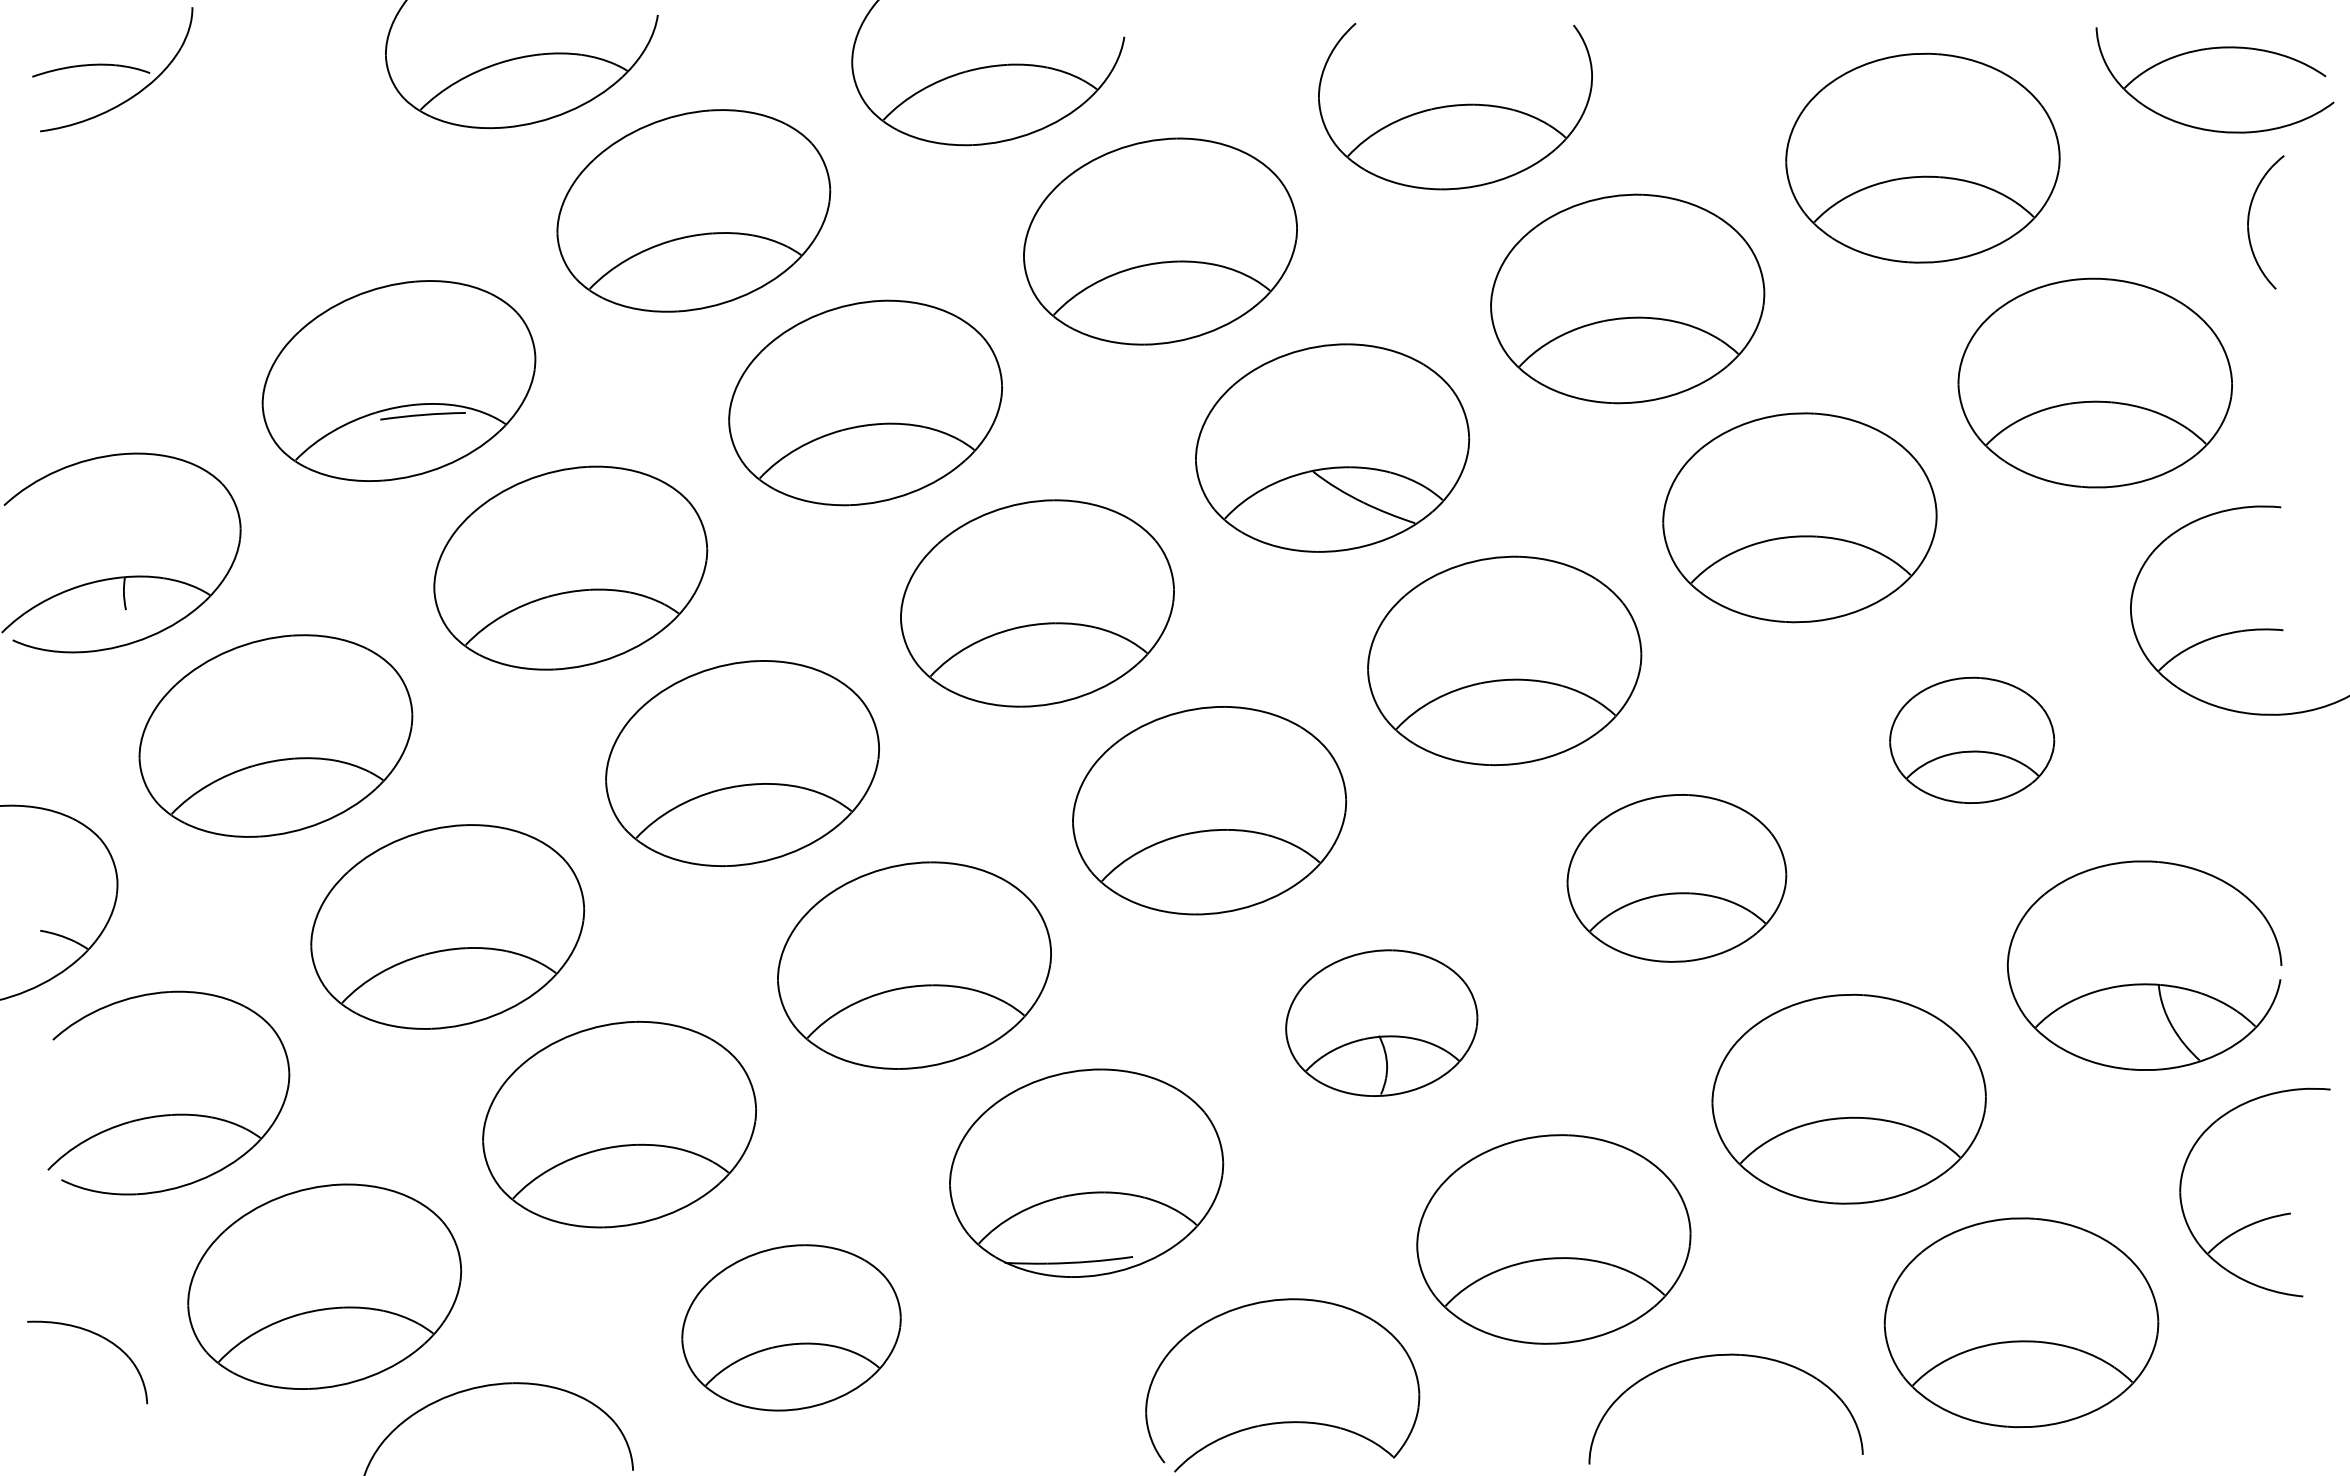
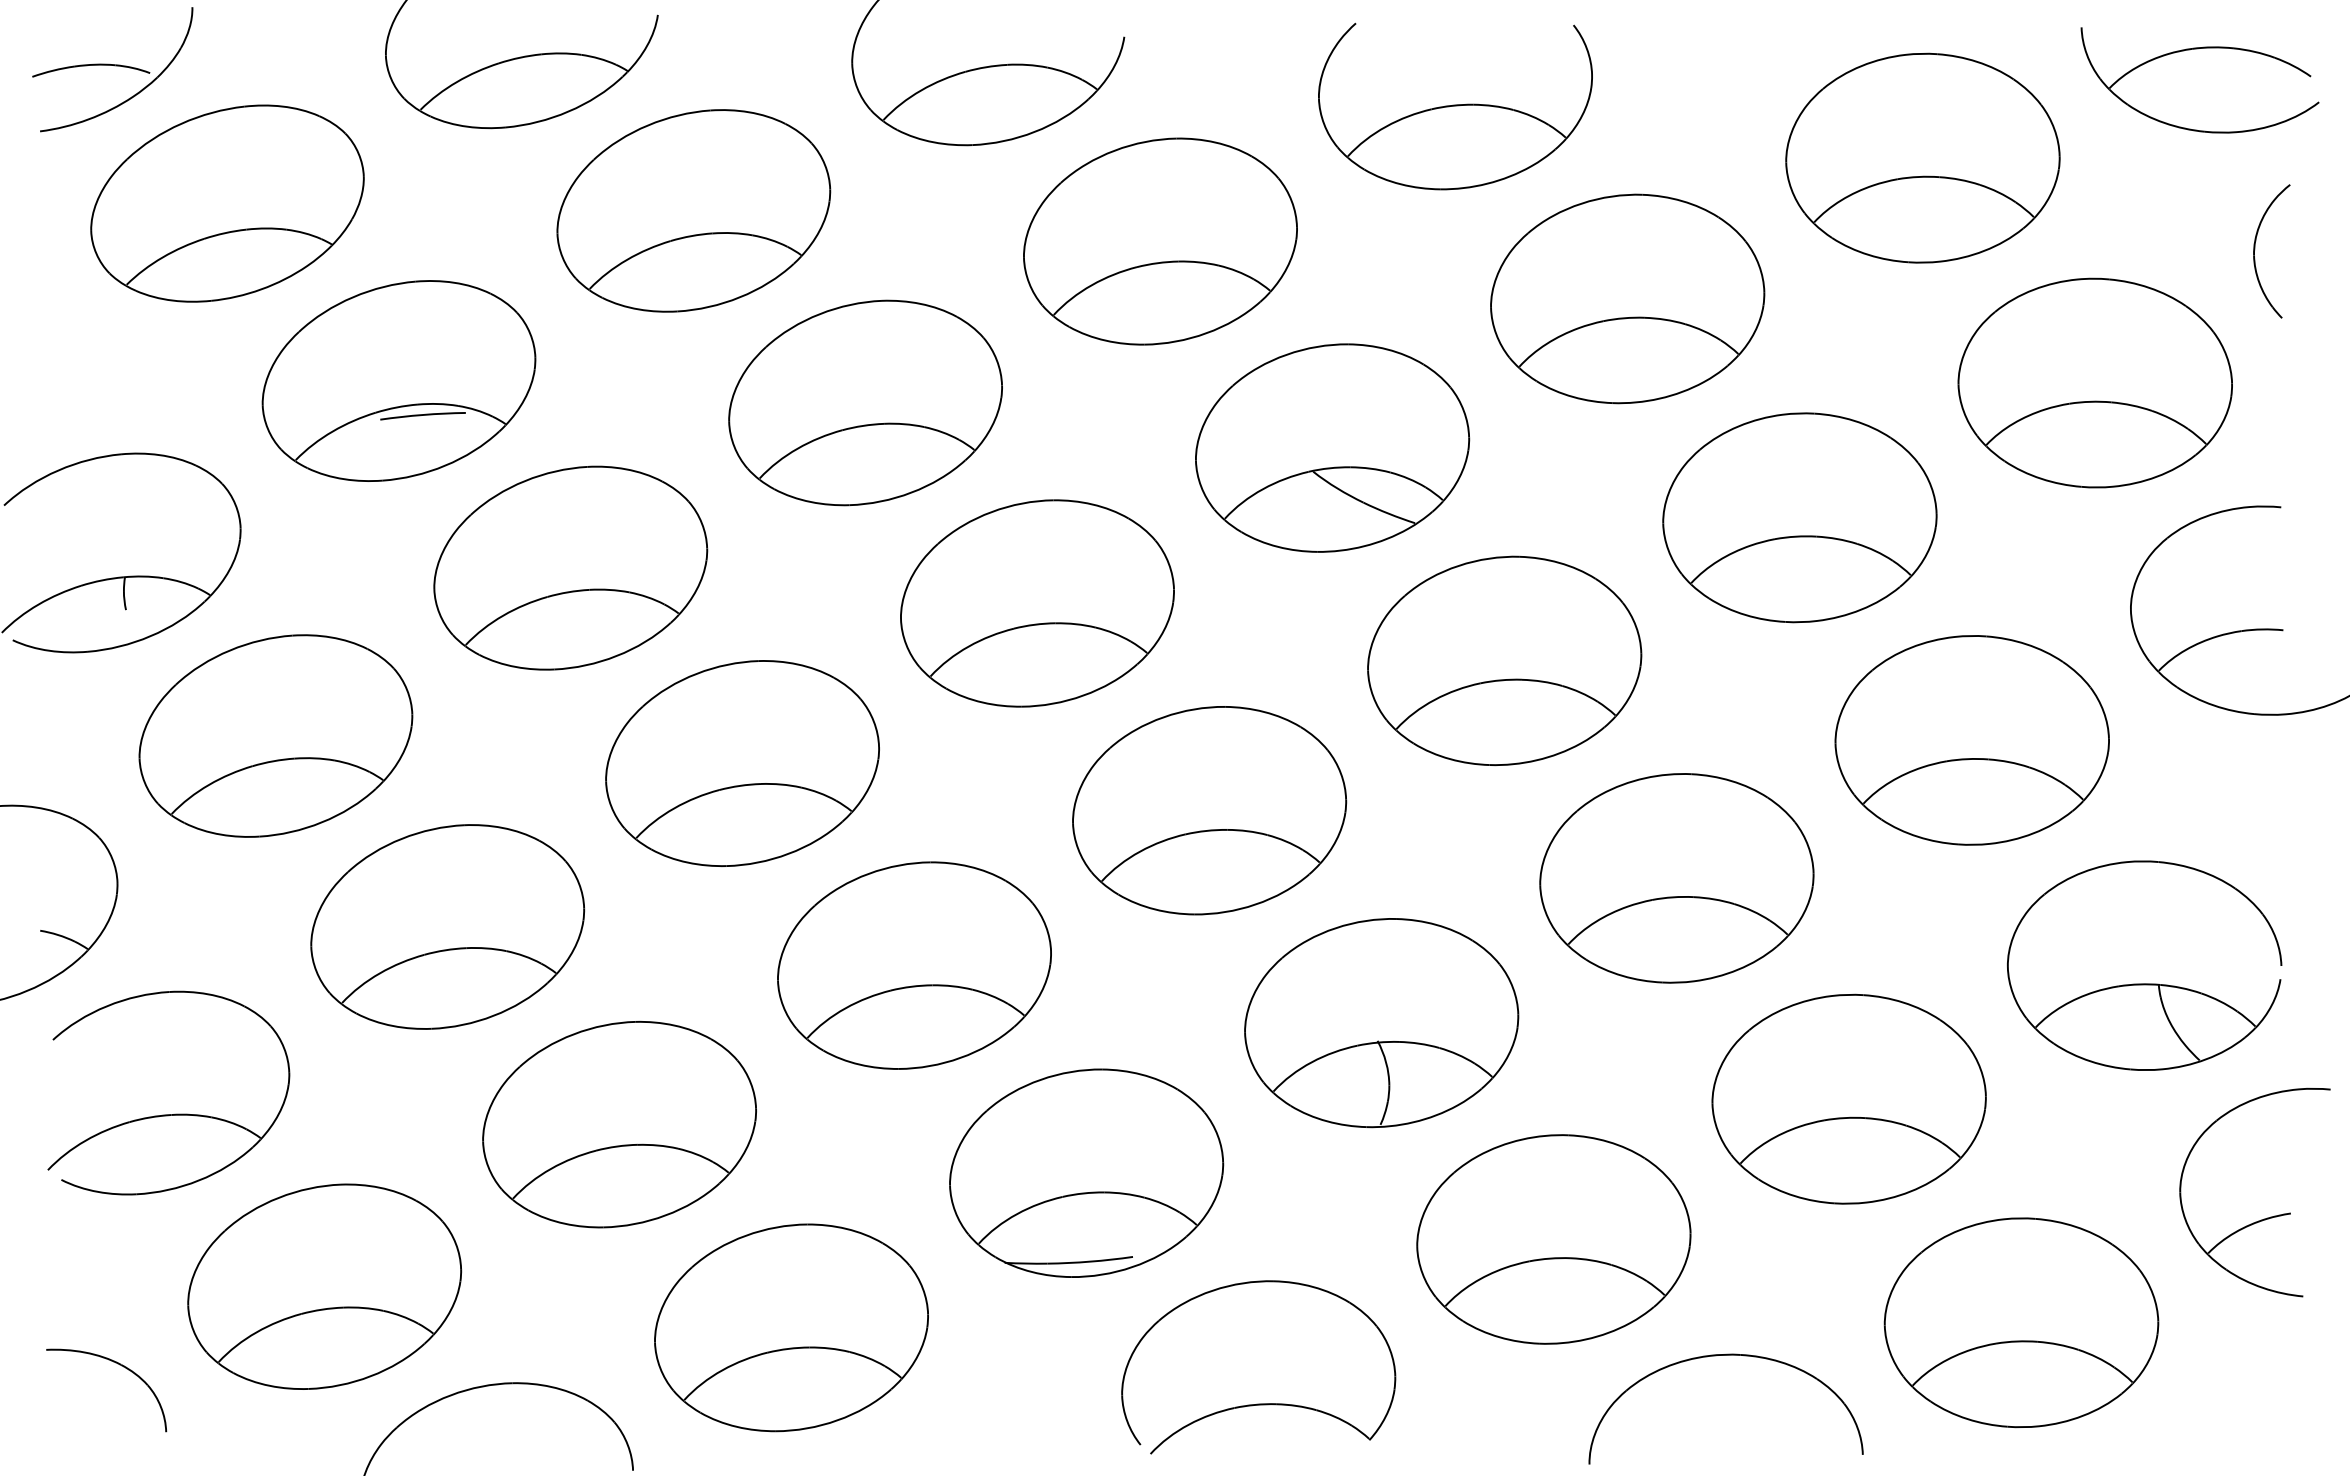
part at (2213, 49) position: (2213, 49) -> (2198, 49)
part at (227, 203): none -> present
part at (2249, 220) position: (2249, 220) -> (2255, 249)
part at (1972, 739) size: 167x128 px -> 276x211 px
part at (1676, 878) size: 222x169 px -> 276x211 px
part at (1381, 1022) size: 194x148 px -> 276x211 px
part at (791, 1327) size: 221x168 px -> 275x210 px
part at (100, 1337) position: (100, 1337) -> (119, 1365)
part at (1282, 1421) position: (1282, 1421) -> (1258, 1403)
